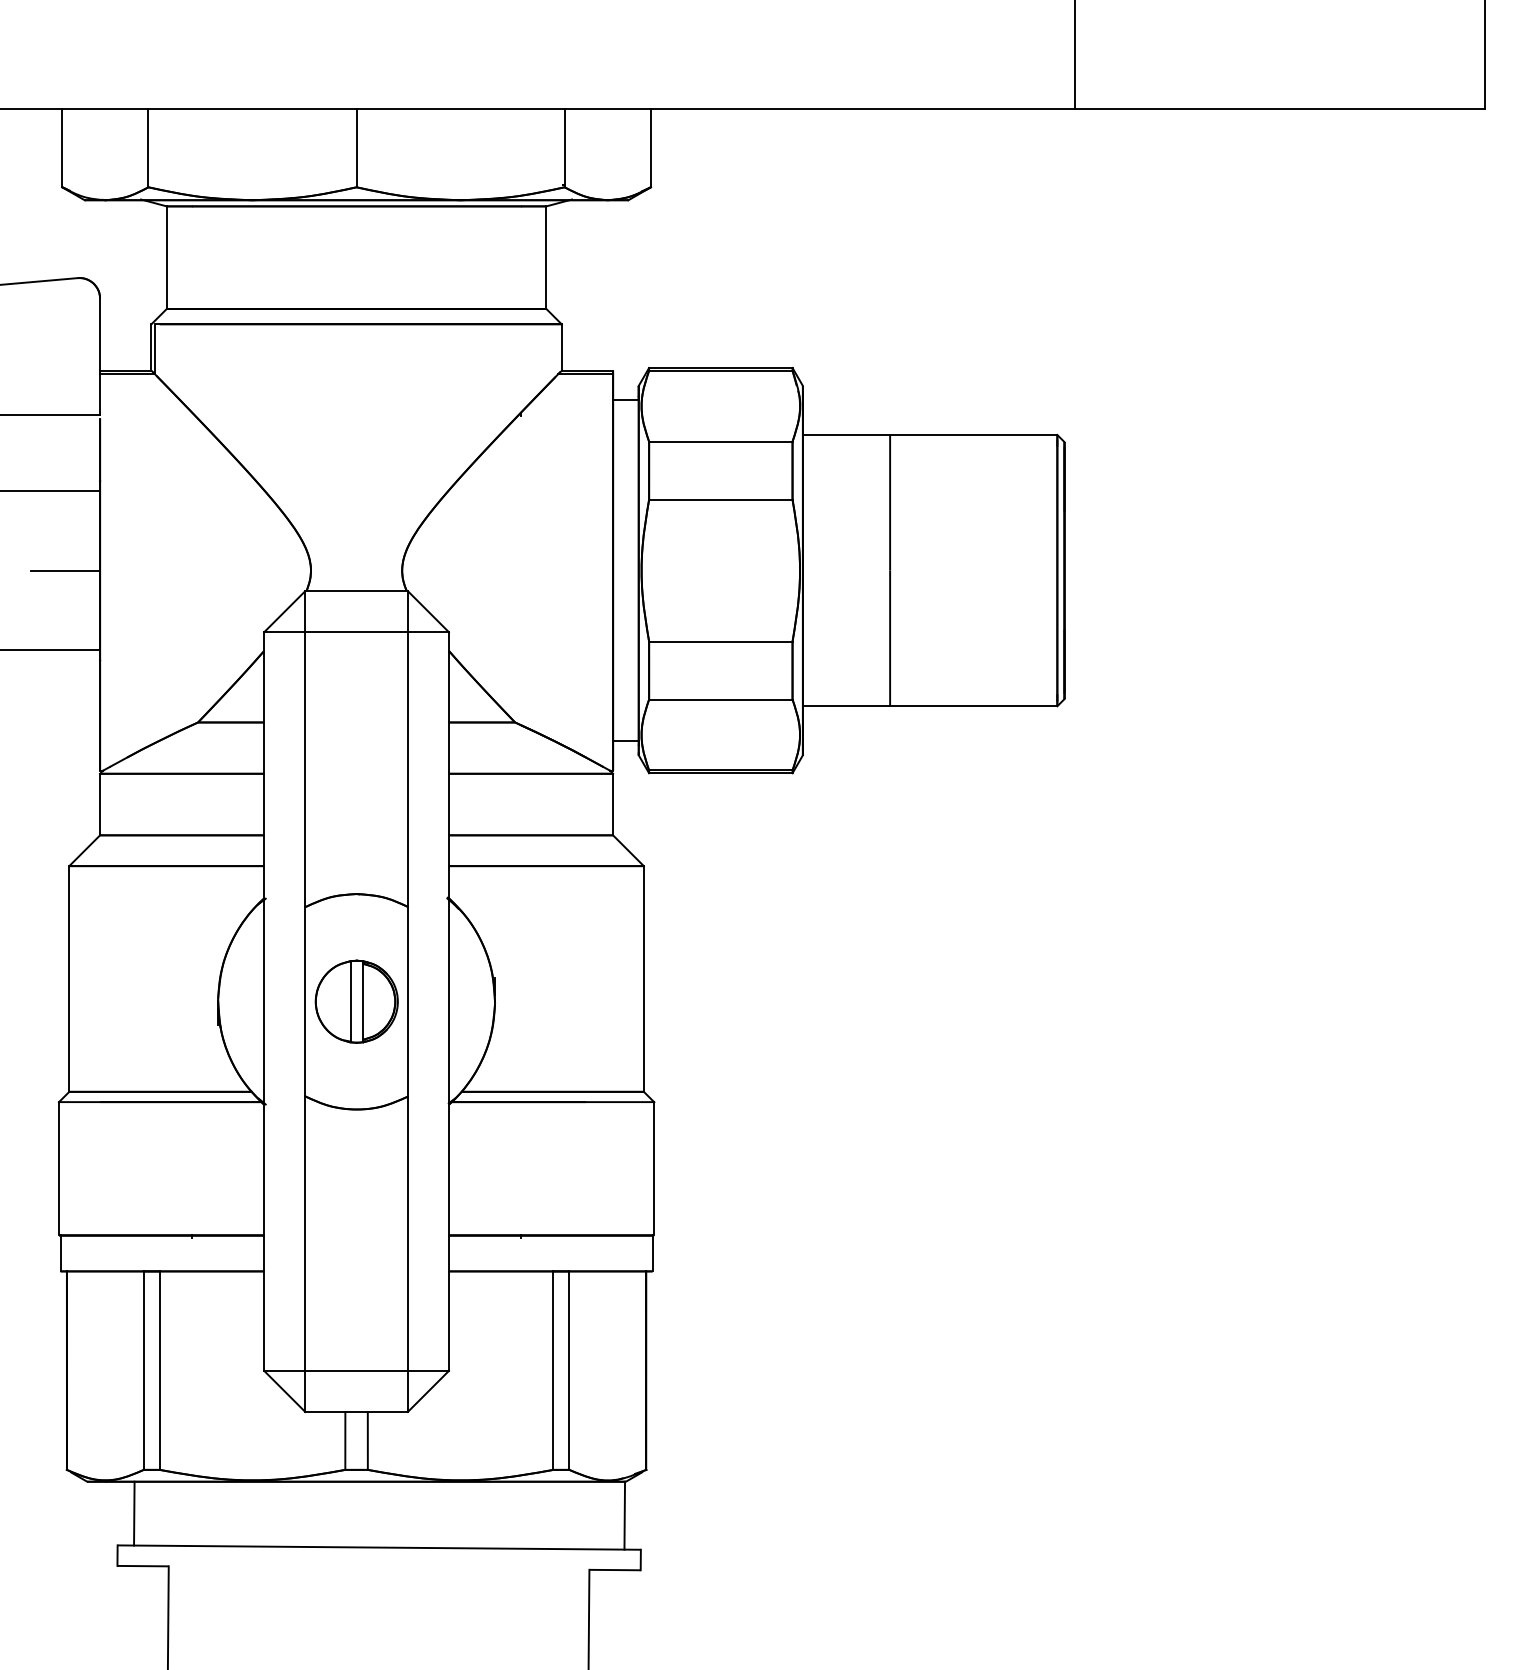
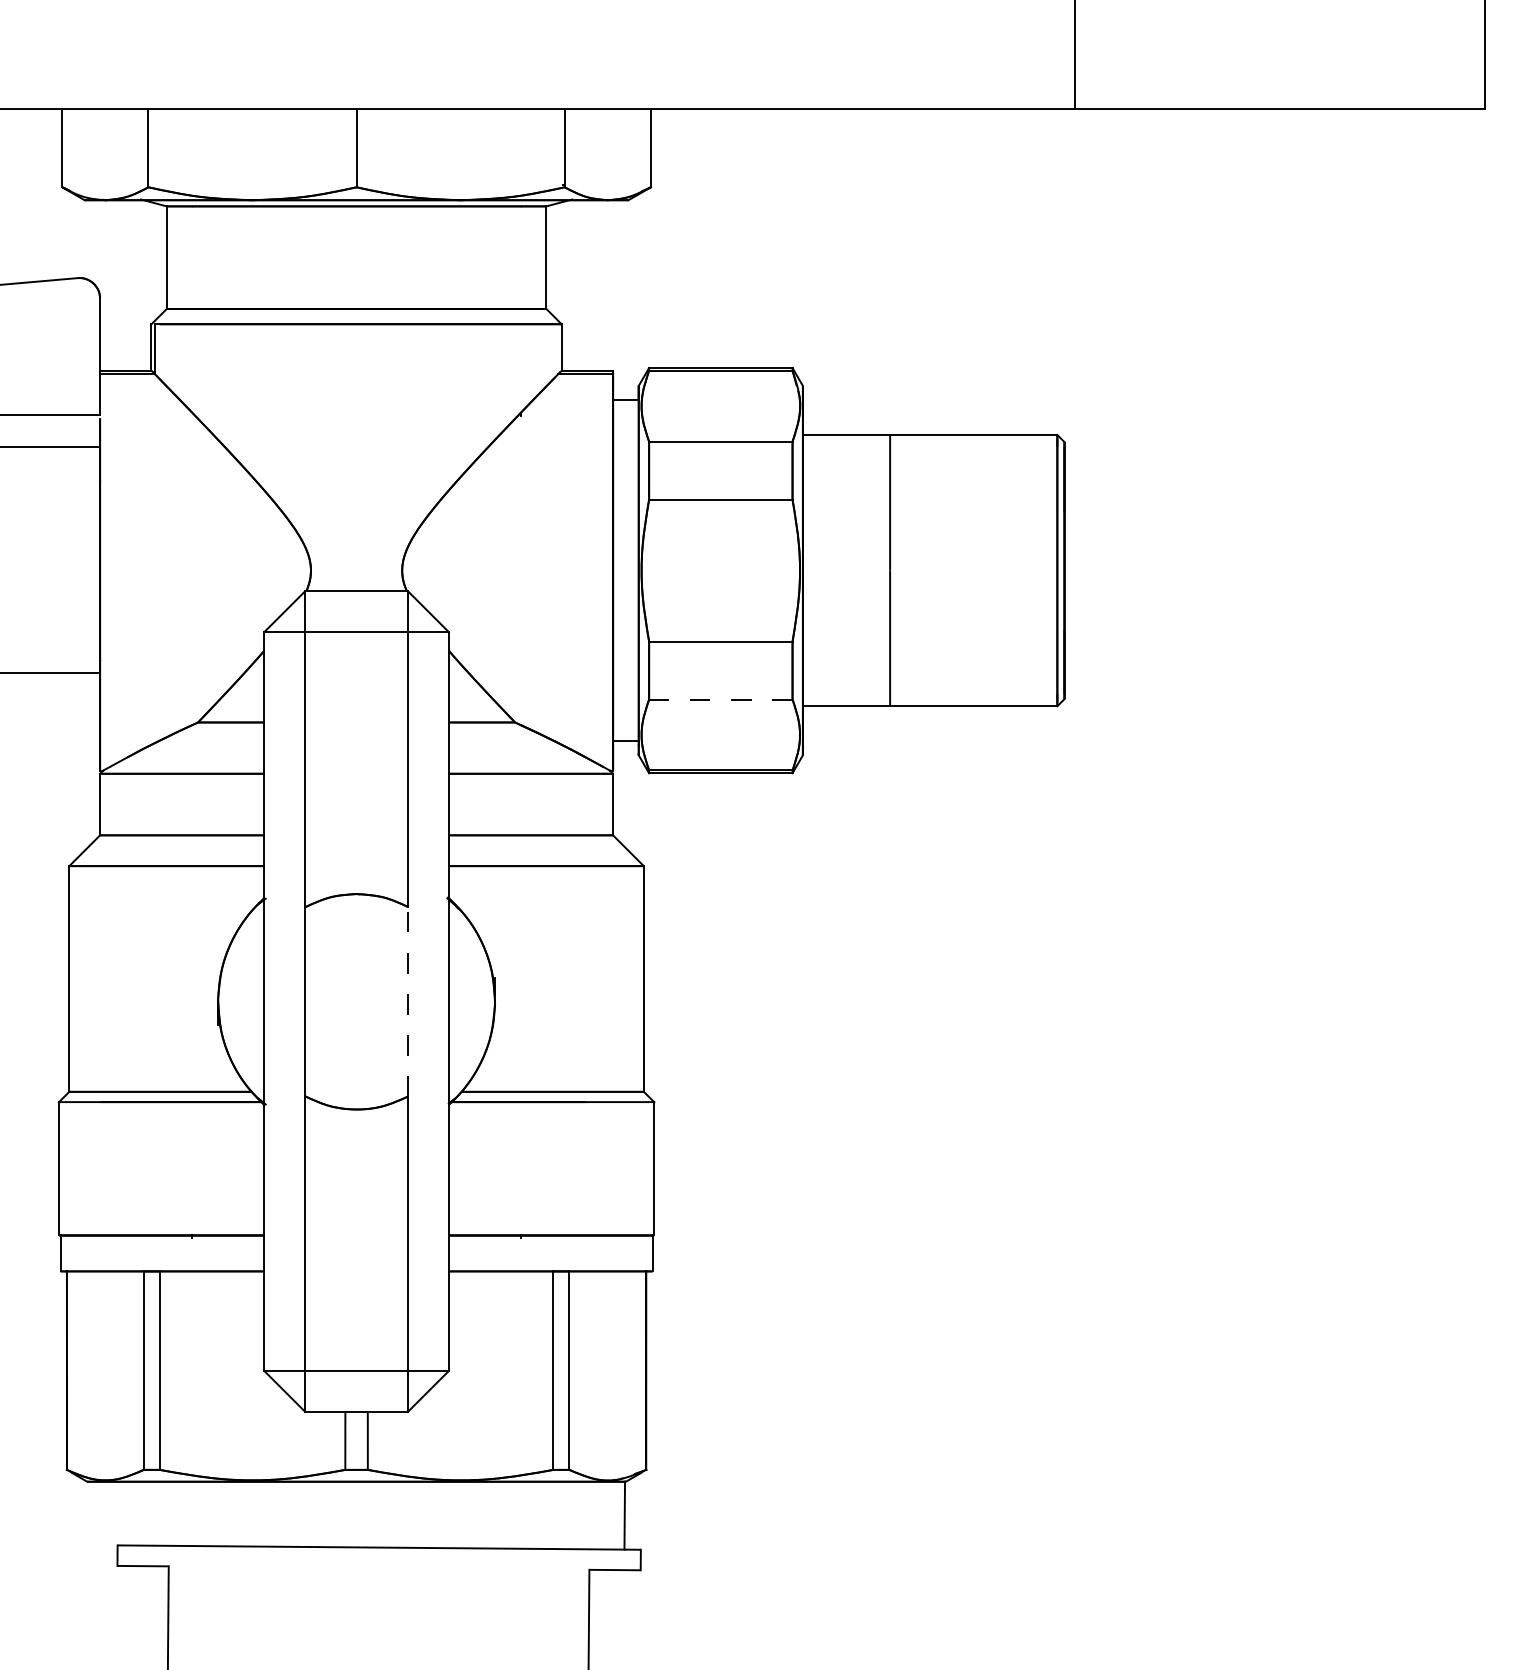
line at (51, 491) position: (51, 491) -> (51, 447)
line at (65, 570): present -> none
line at (51, 650) position: (51, 650) -> (51, 673)
line at (720, 699): solid -> dashed
part at (356, 1001): present -> none
line at (407, 1001): solid -> dashed
line at (134, 1513): present -> none
